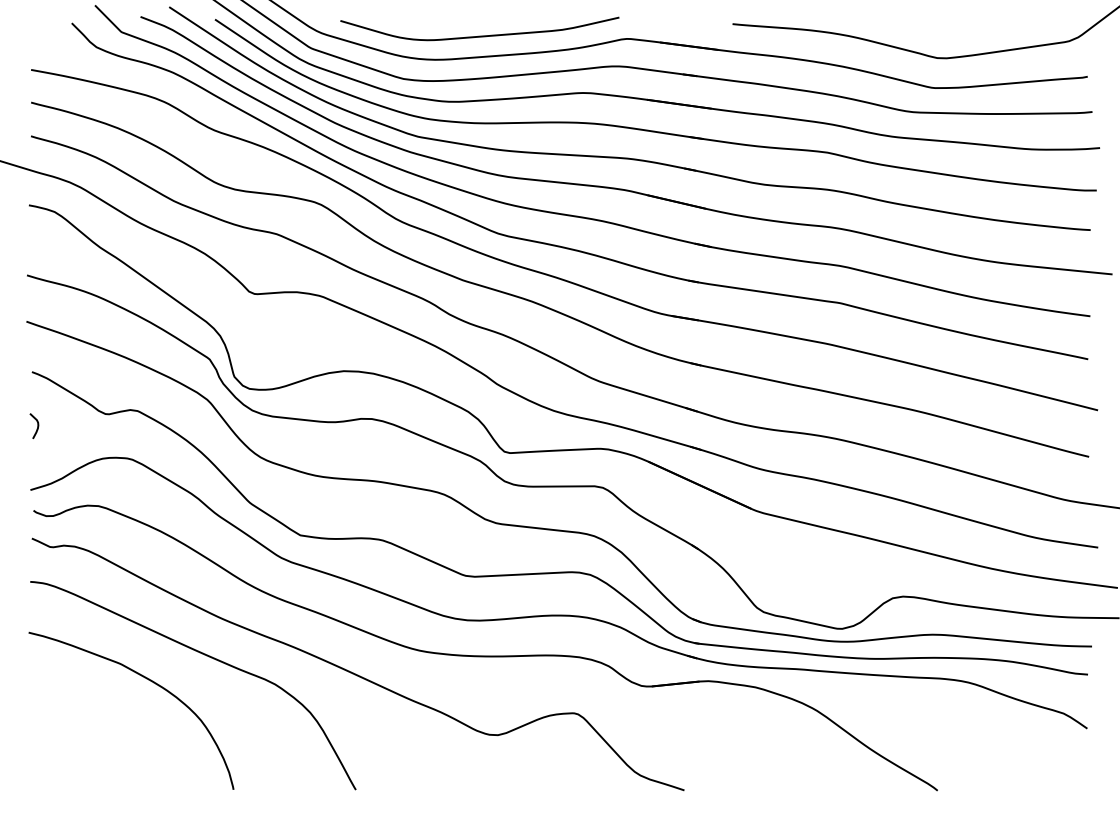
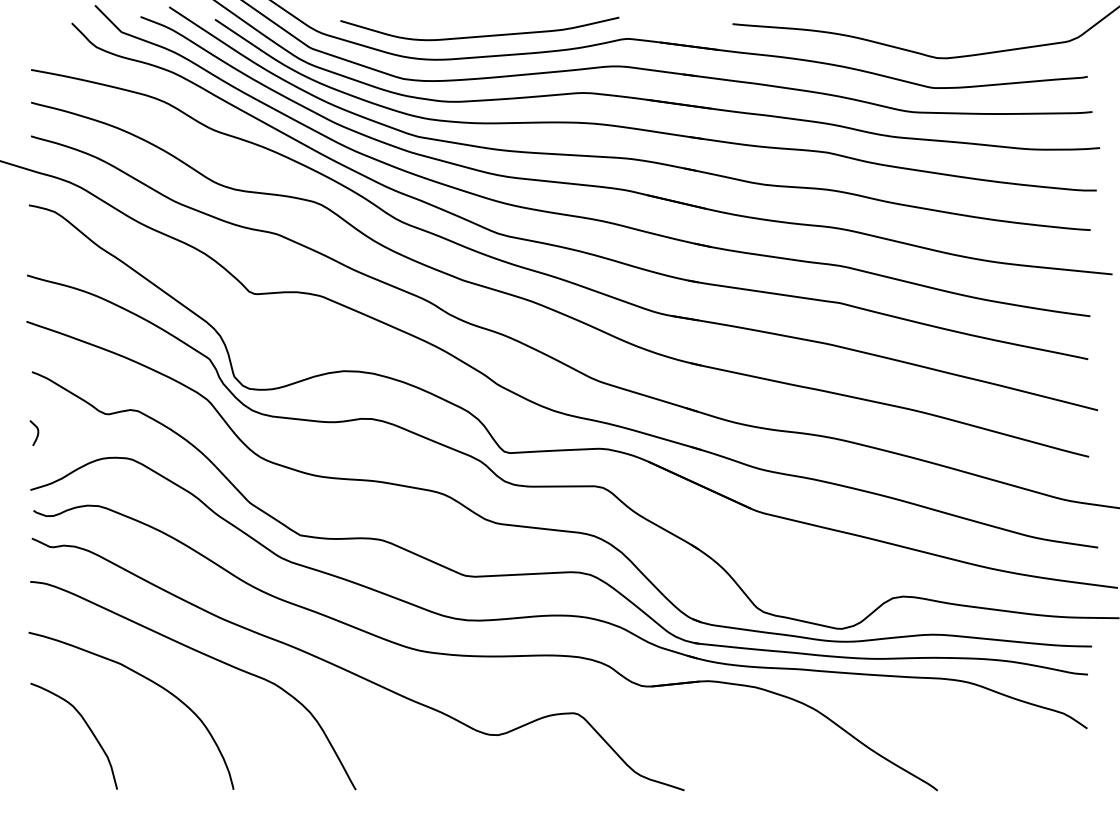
curve at (36, 428) position: (36, 428) -> (36, 435)
curve at (86, 725): none -> present
